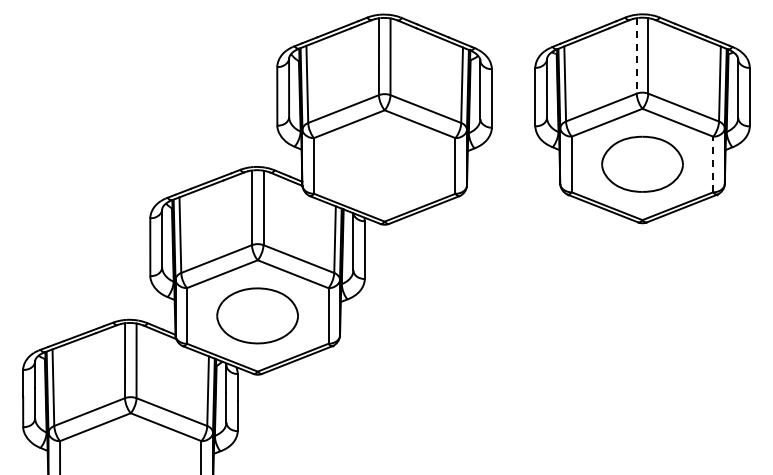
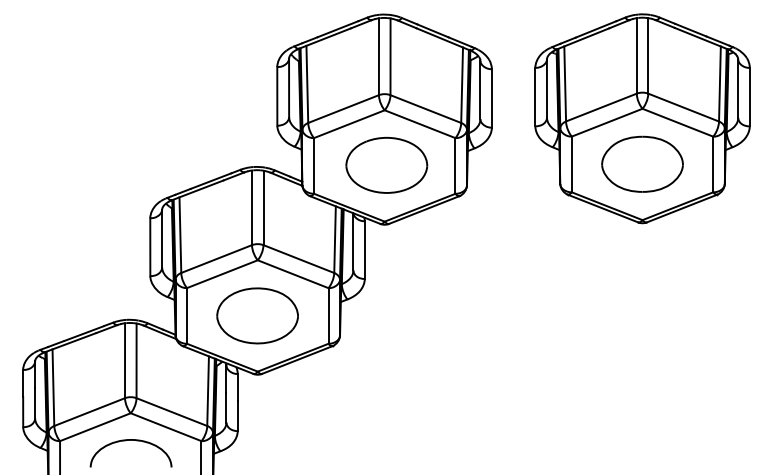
line at (636, 55): dashed -> solid
line at (713, 164): dashed -> solid
part at (386, 165): none -> present
curve at (130, 440): none -> present
